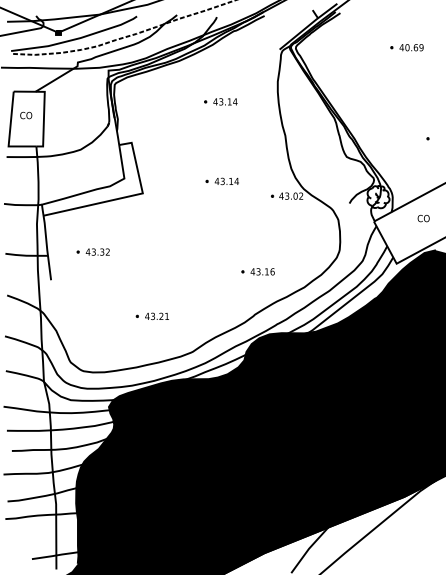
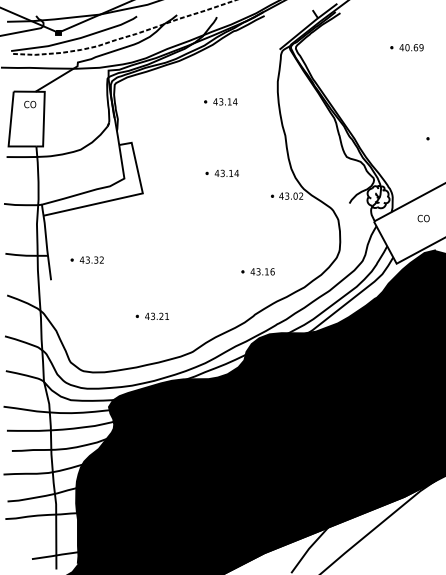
text at (26, 115) position: (26, 115) -> (30, 104)
part at (221, 181) position: (221, 181) -> (221, 173)
part at (92, 251) position: (92, 251) -> (86, 259)
